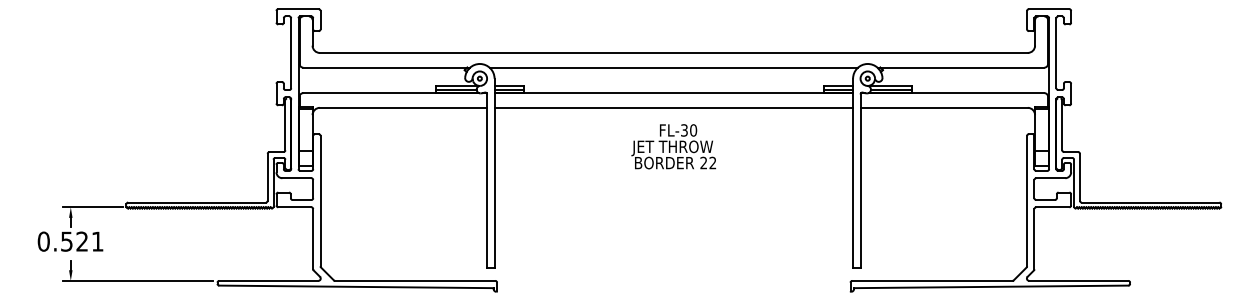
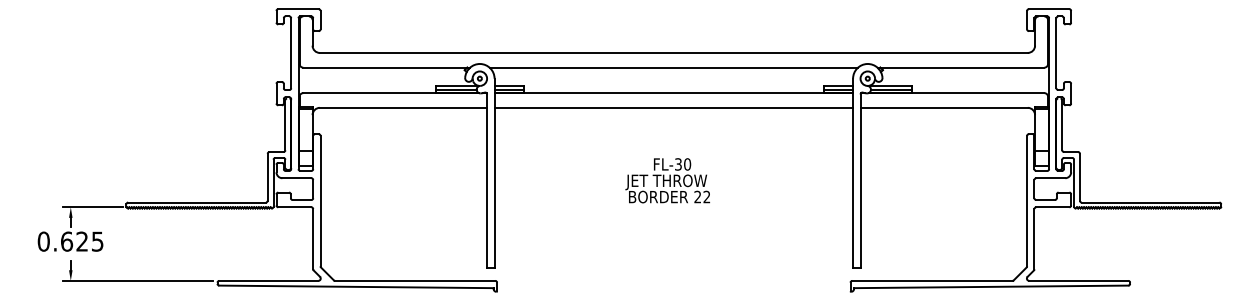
text at (673, 146) position: (673, 146) -> (667, 180)
text at (82, 241): 0.521 -> 0.625
